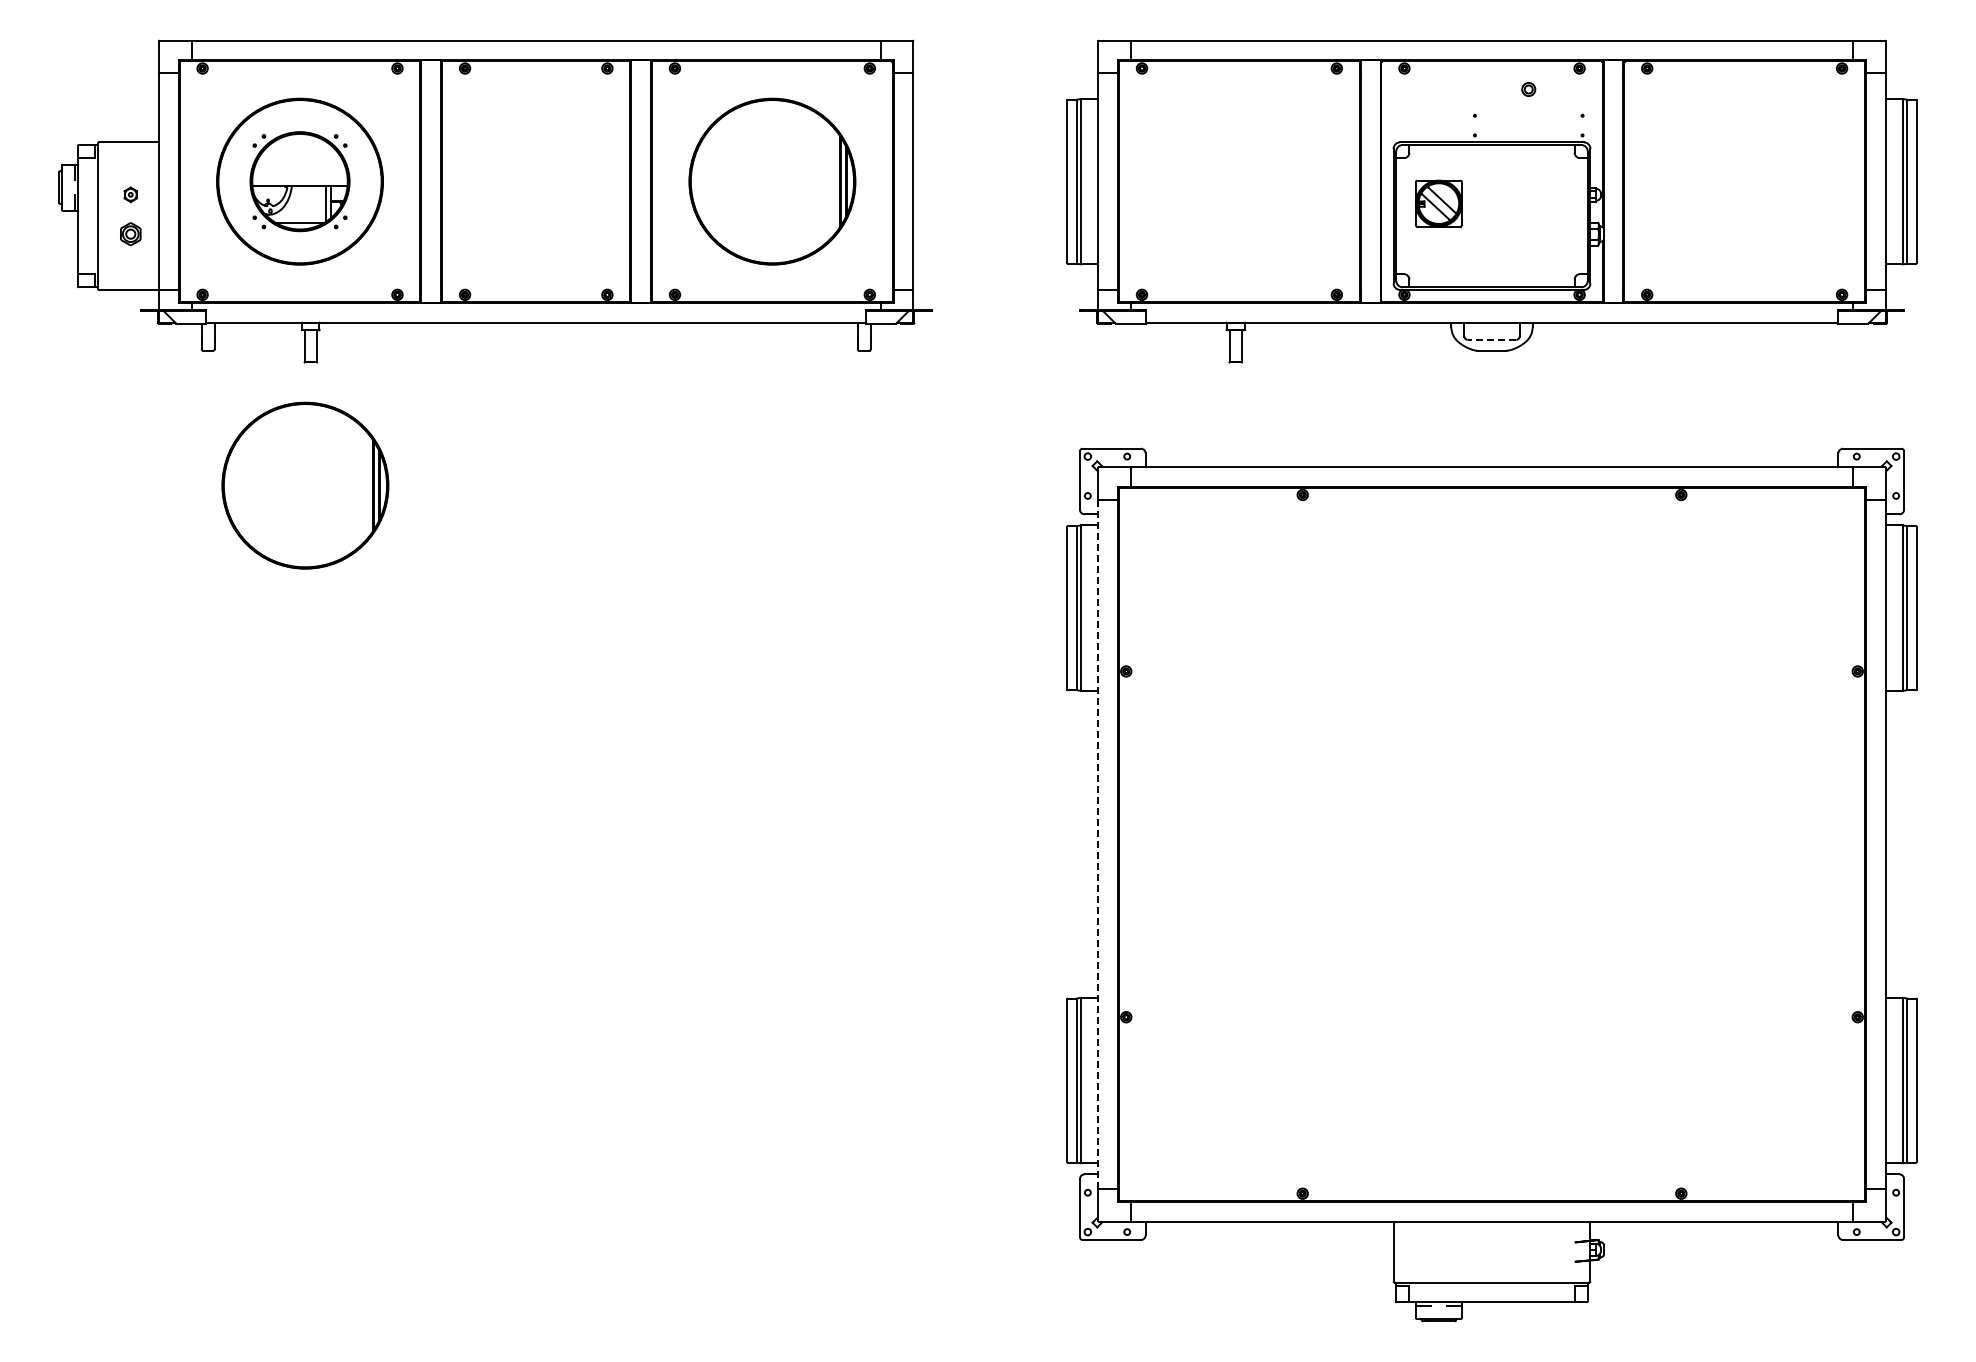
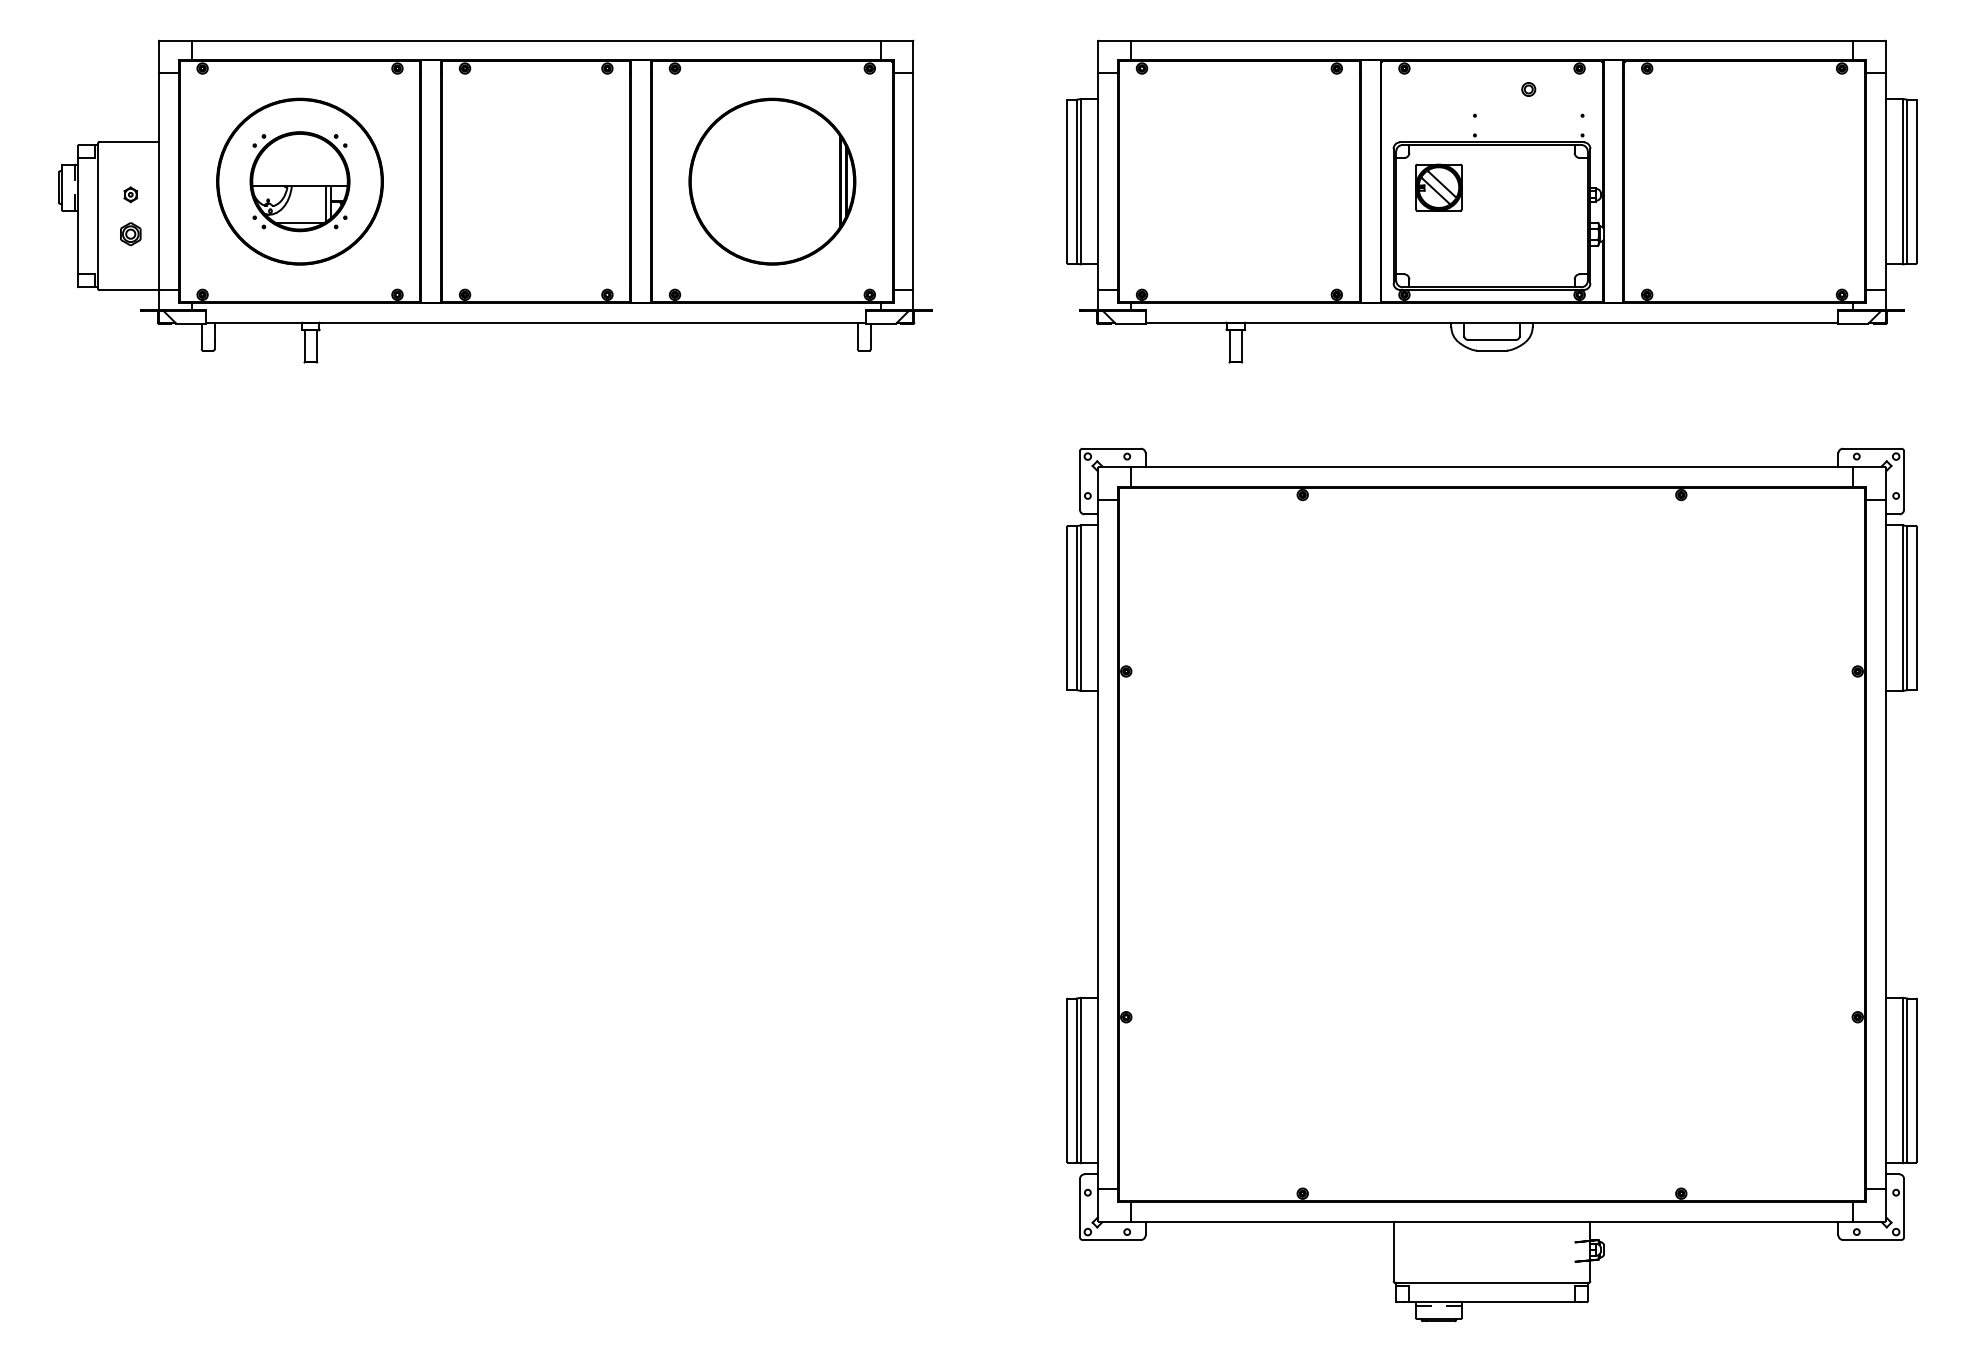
part at (1438, 203) position: (1438, 203) -> (1438, 187)
line at (1491, 339): dashed -> solid
part at (305, 485): present -> none
line at (1098, 843): dashed -> solid
